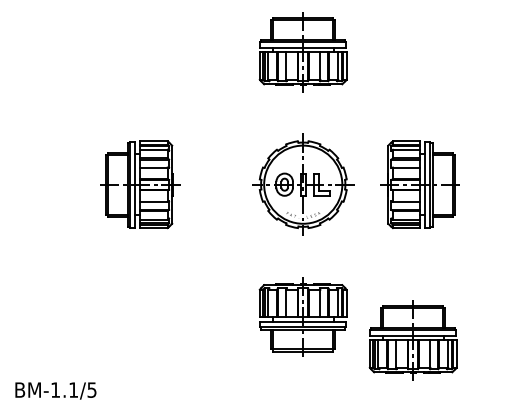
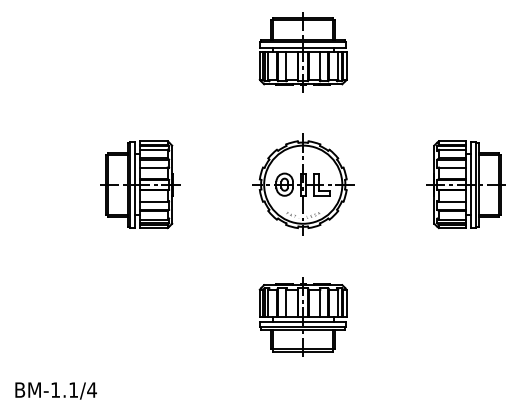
part at (419, 184) position: (419, 184) -> (465, 184)
part at (412, 340): present -> none
text at (92, 389): BM-1.1/5 -> BM-1.1/4
